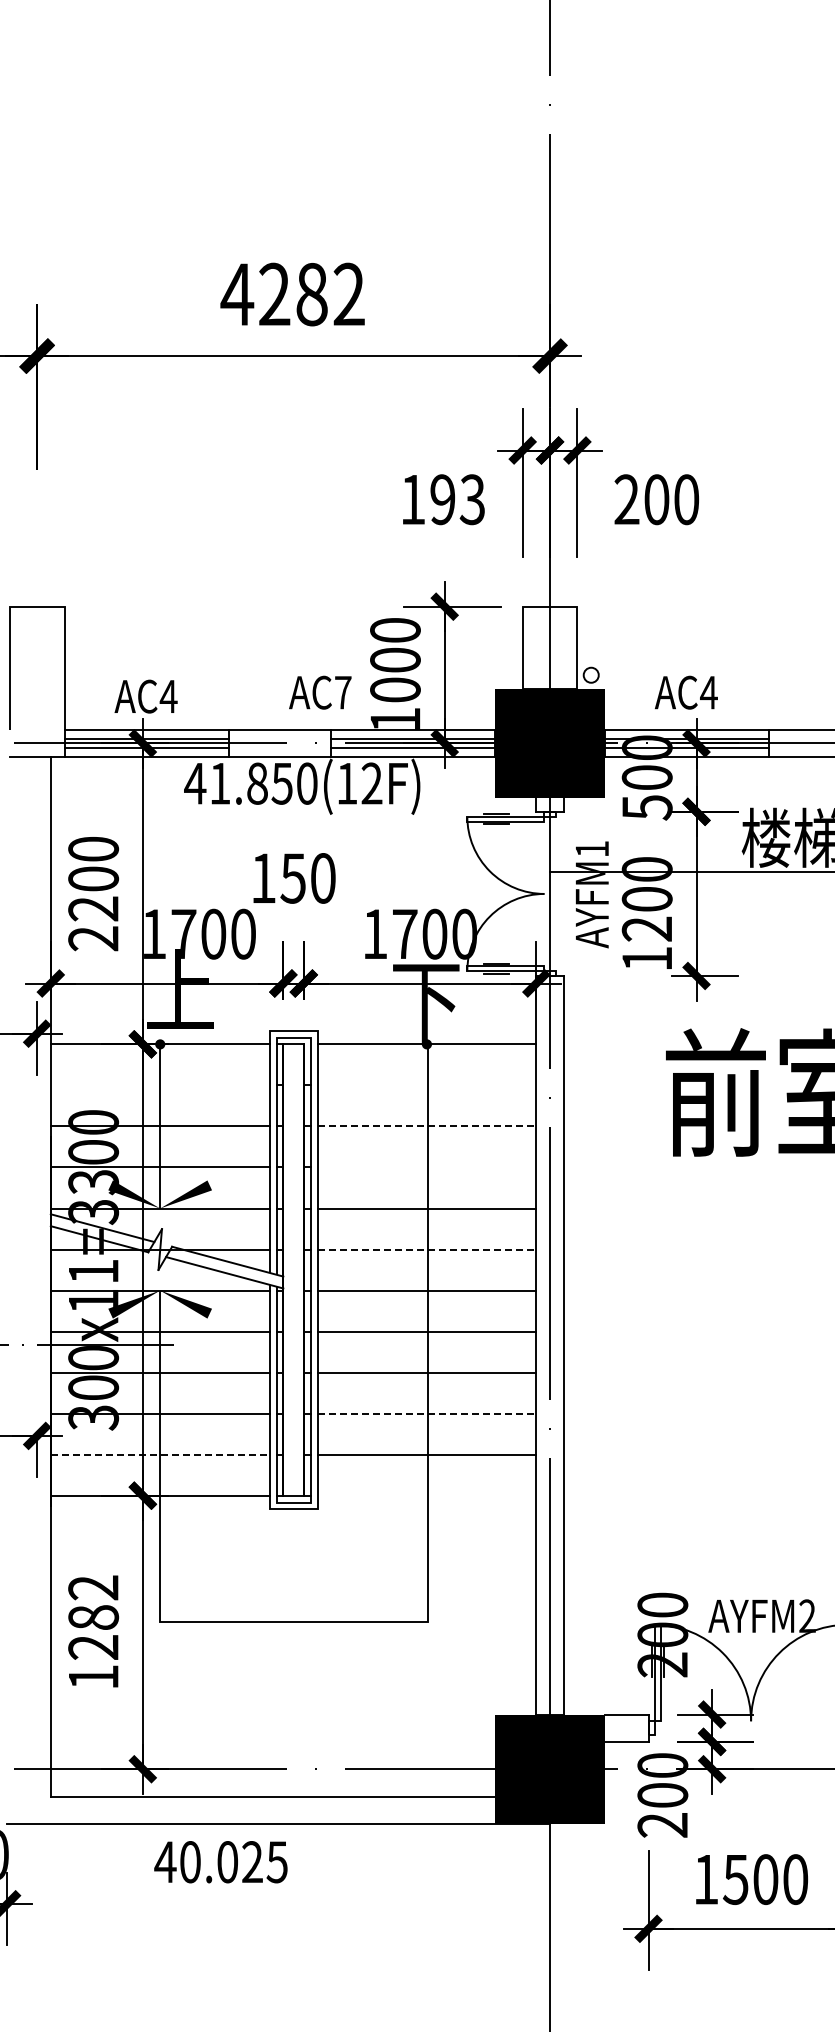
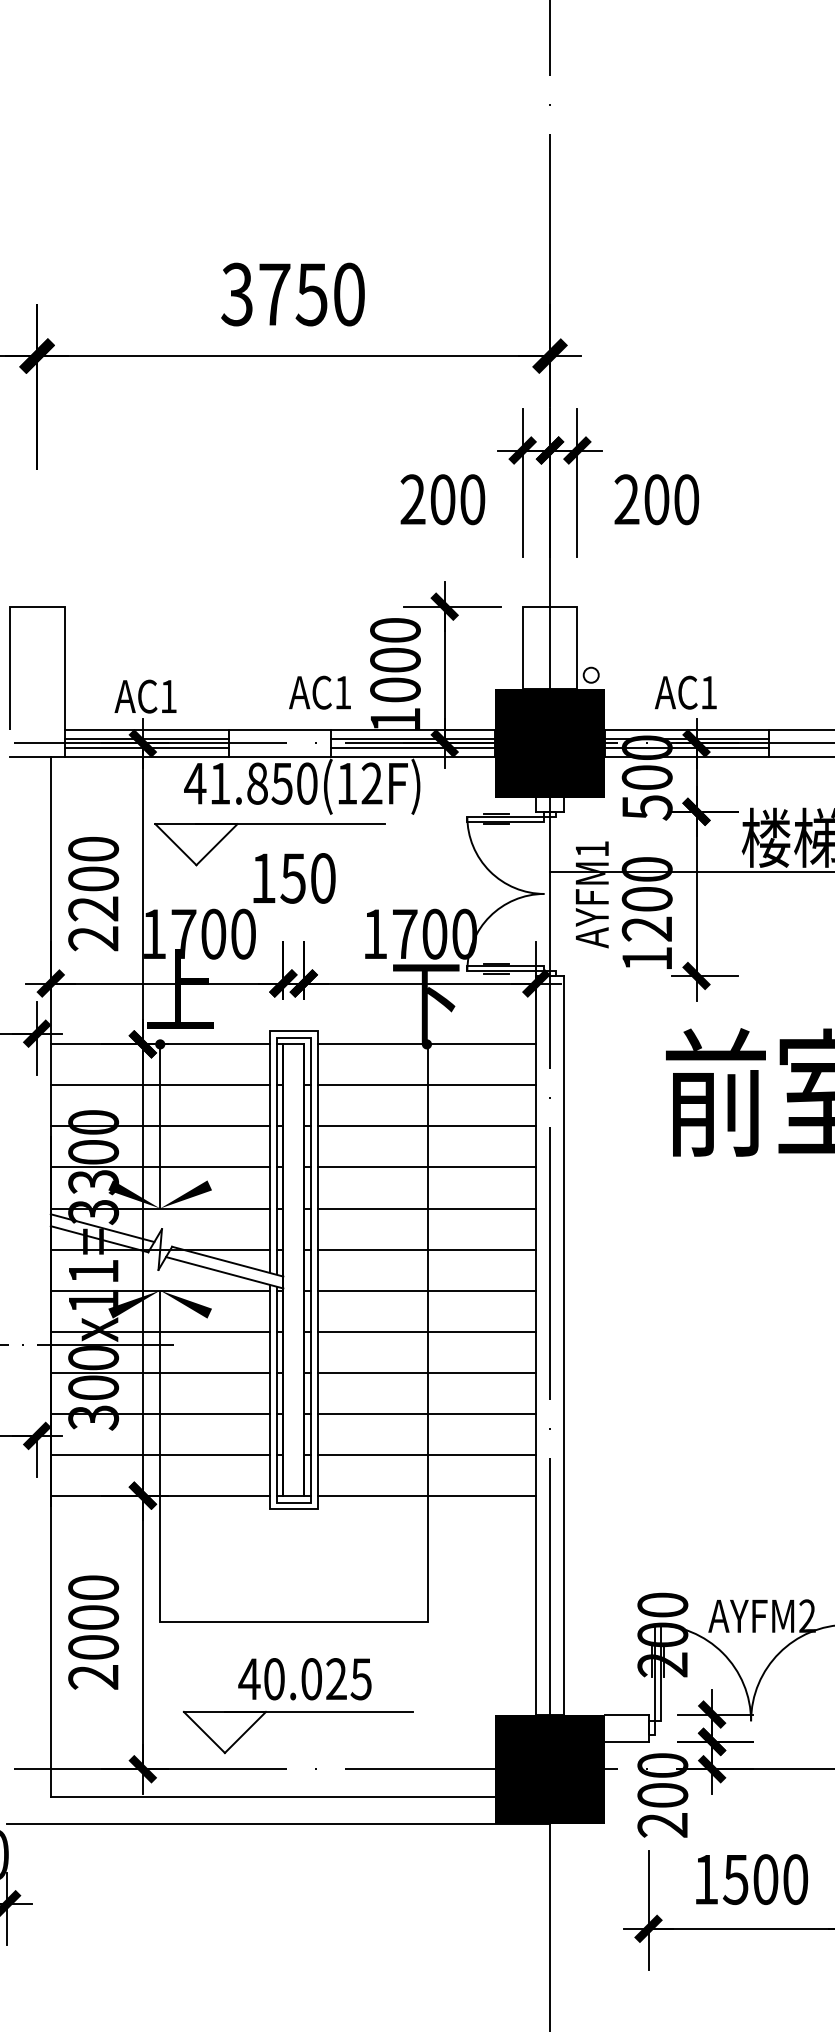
text at (292, 294): 4282 -> 3750
text at (442, 499): 193 -> 200
text at (343, 692): AC7 -> AC1
text at (708, 692): AC4 -> AC1
text at (168, 696): AC4 -> AC1
part at (269, 824): none -> present
line at (159, 1085): none -> present
line at (426, 1085): none -> present
line at (427, 1126): dashed -> solid
line at (426, 1167): none -> present
line at (427, 1249): dashed -> solid
line at (427, 1413): dashed -> solid
line at (160, 1454): dashed -> solid
line at (426, 1495): none -> present
text at (93, 1632): 1282 -> 2000
part at (297, 1712): none -> present
text at (220, 1862) position: (220, 1862) -> (304, 1679)
